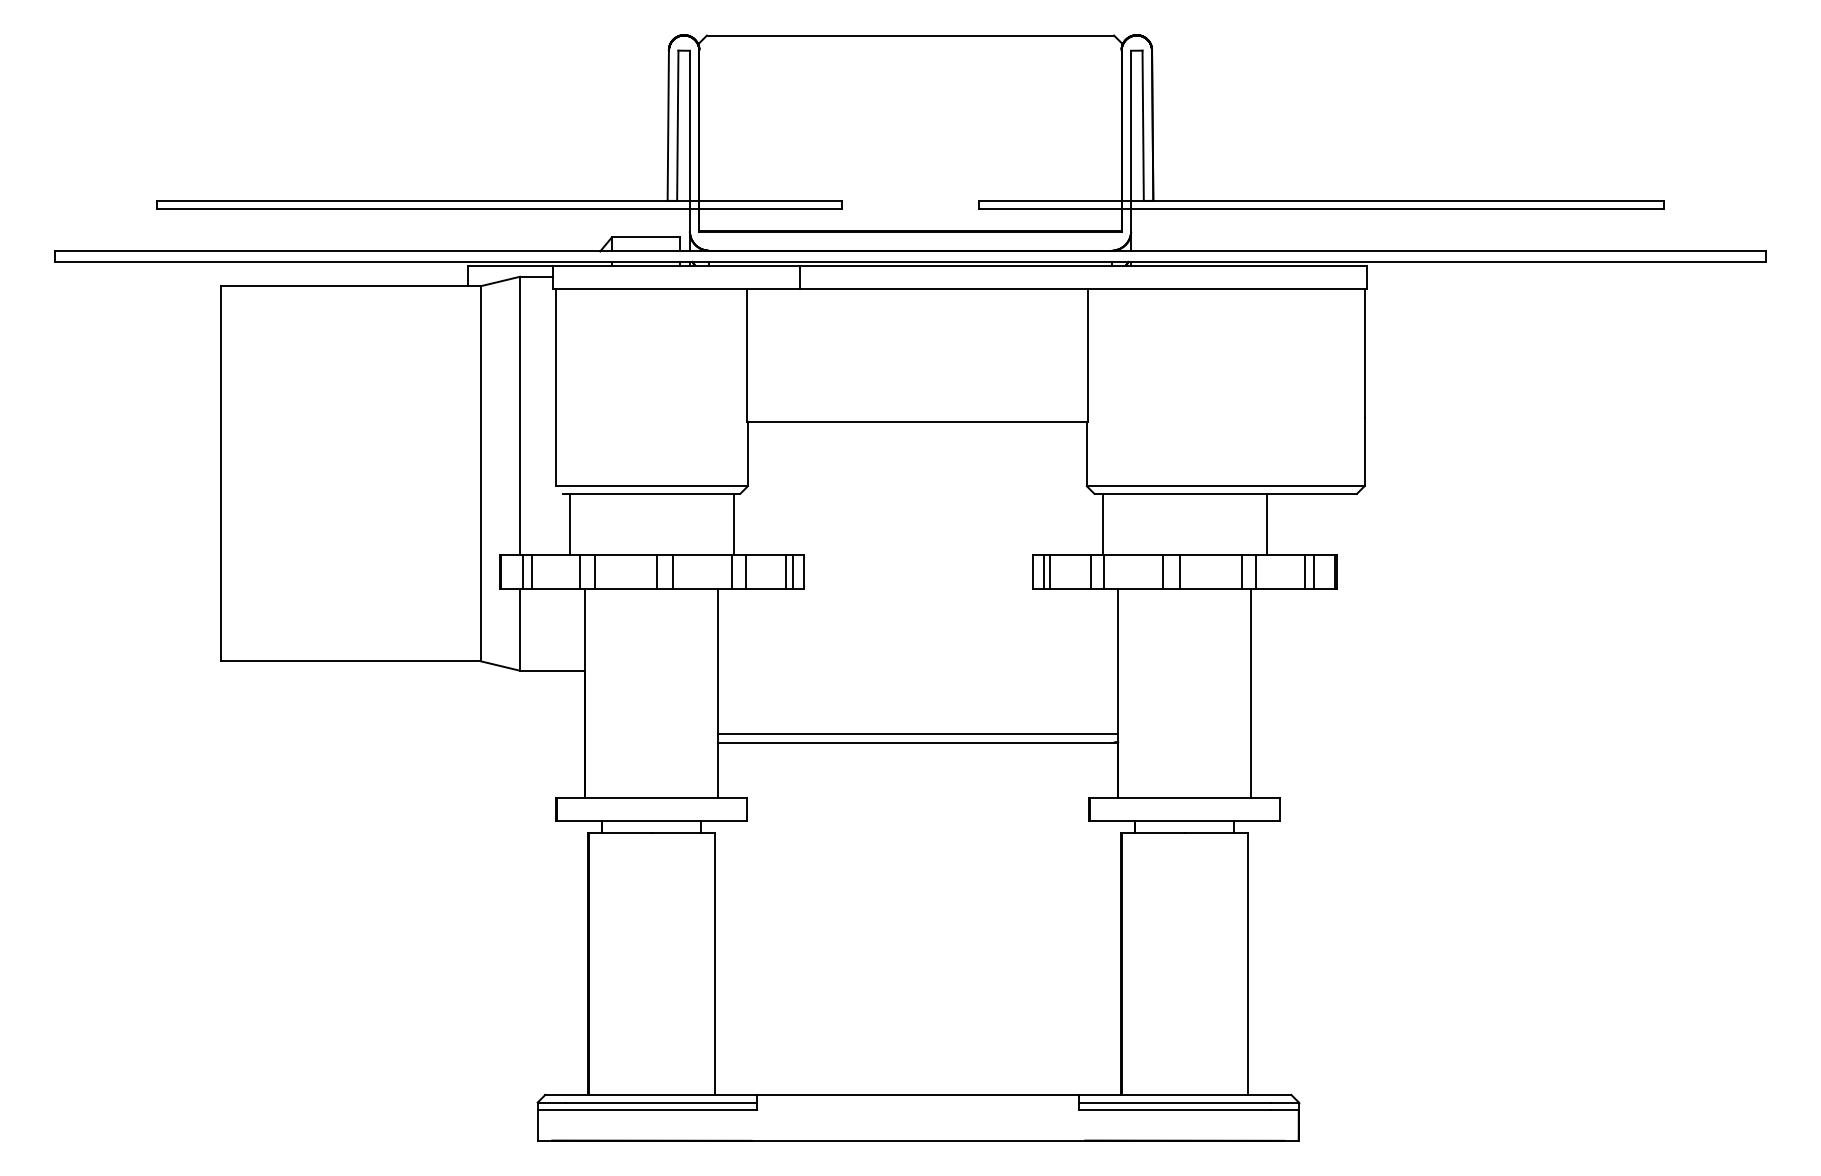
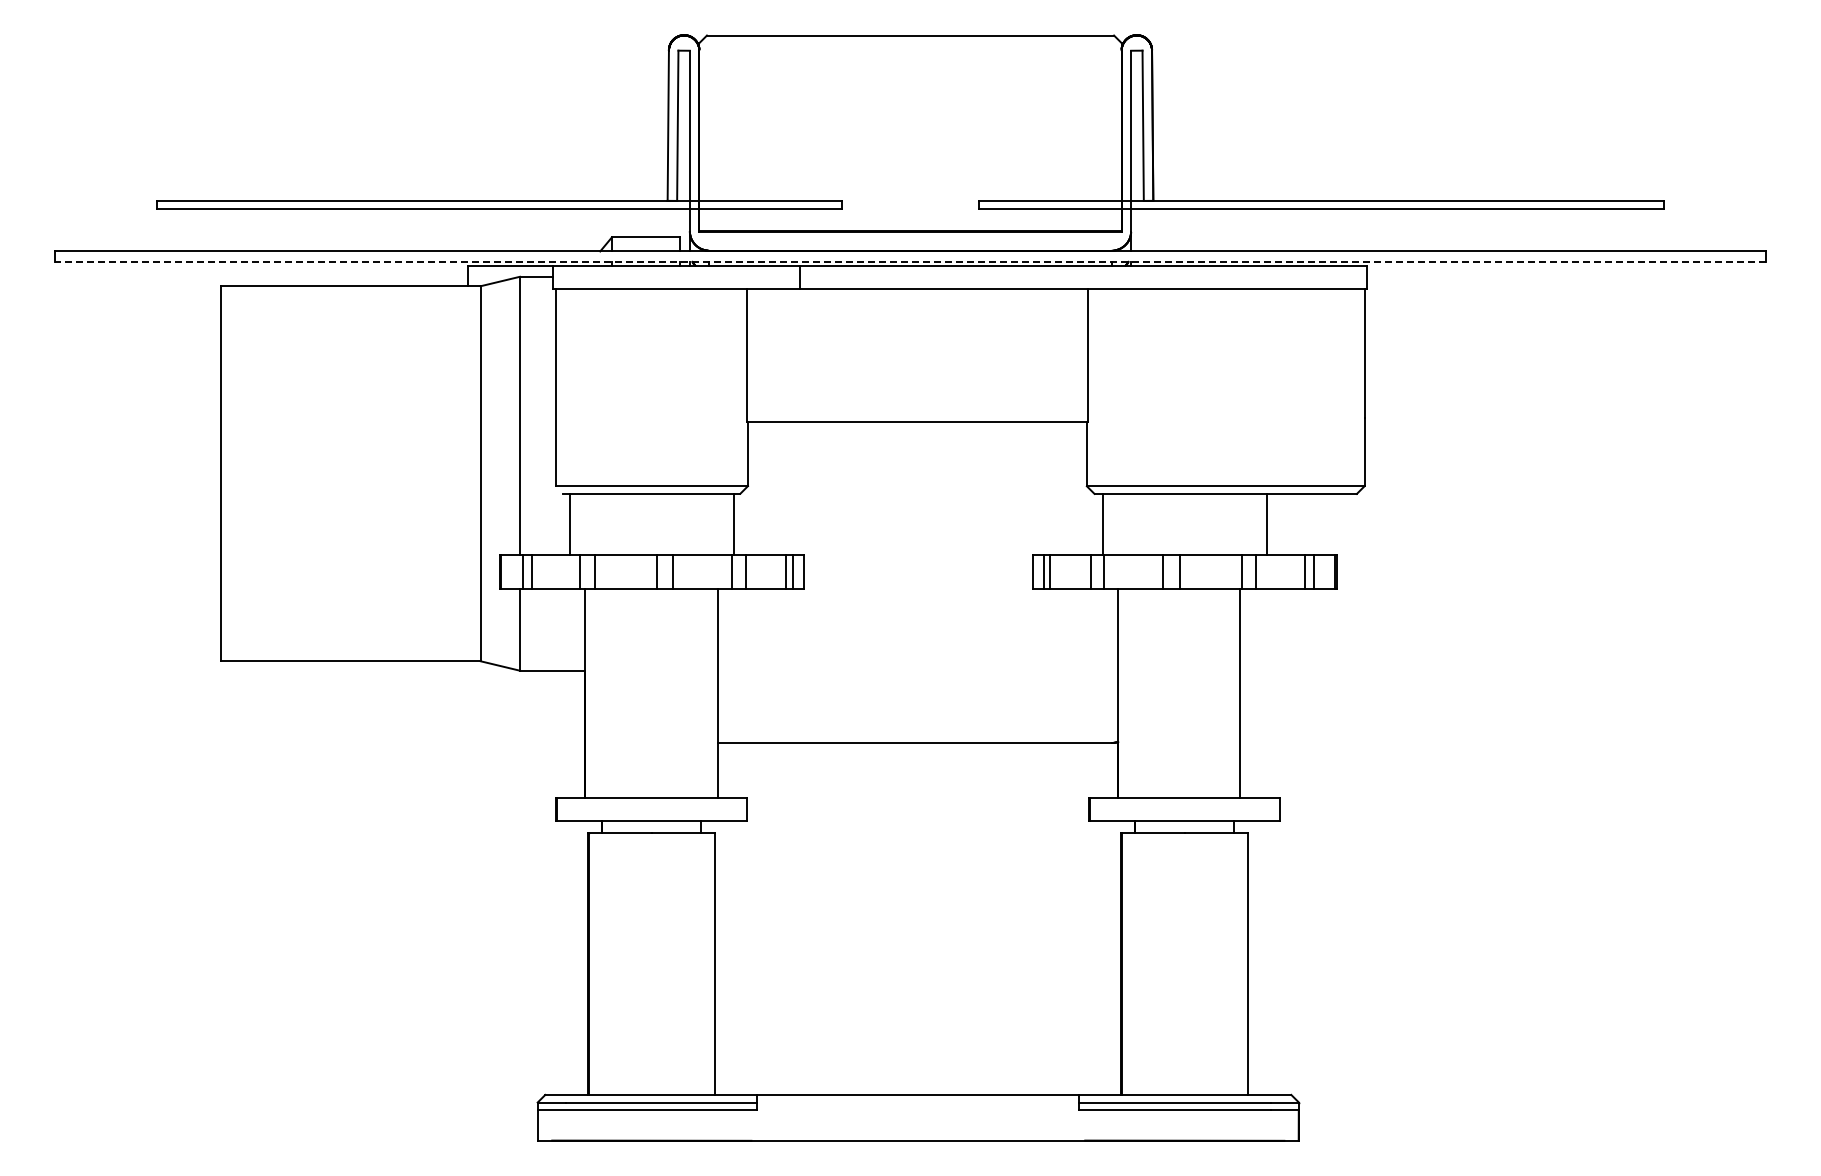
line at (910, 261): solid -> dashed
line at (1251, 693) position: (1251, 693) -> (1240, 693)
line at (918, 733): present -> none
